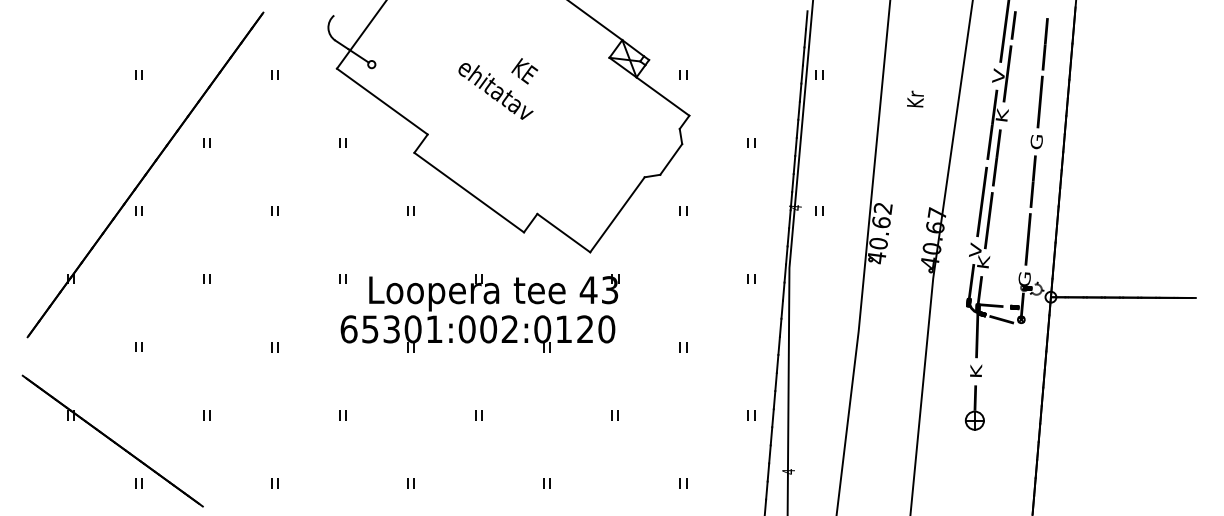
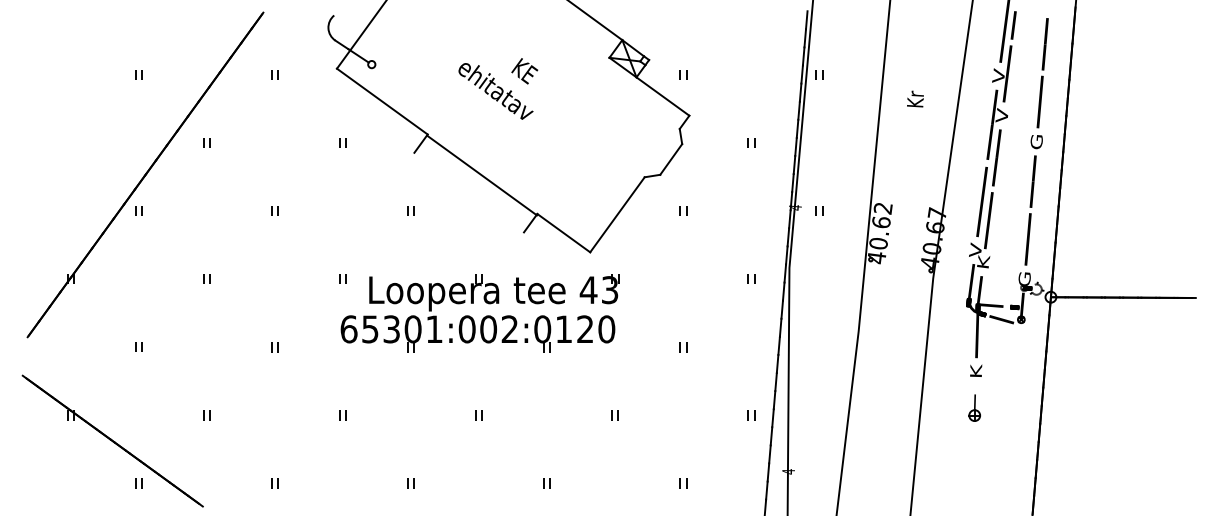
text at (1001, 115): K -> V
line at (469, 192) position: (469, 192) -> (482, 175)
part at (974, 407) size: 21x46 px -> 13x28 px
